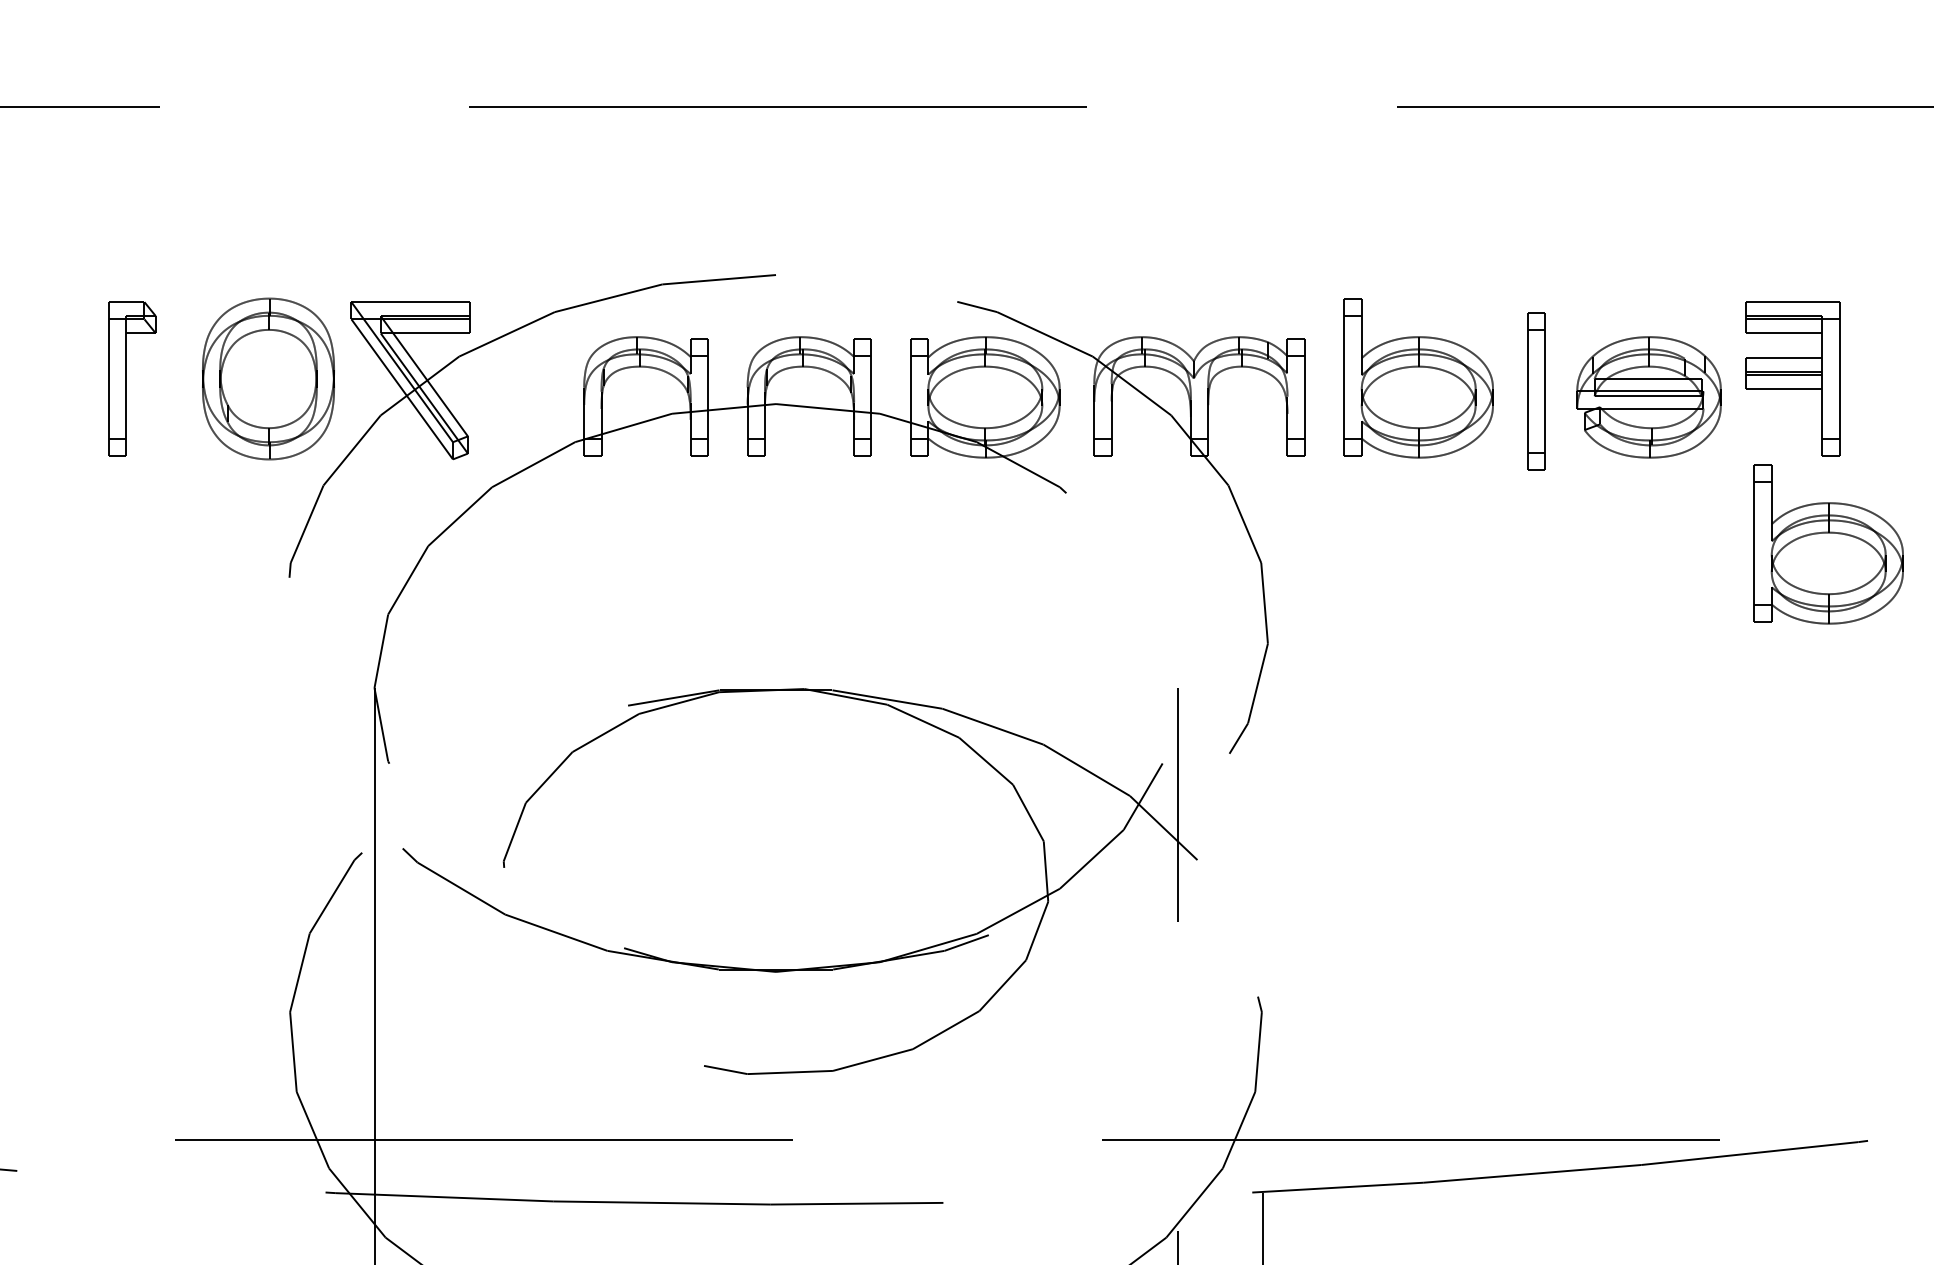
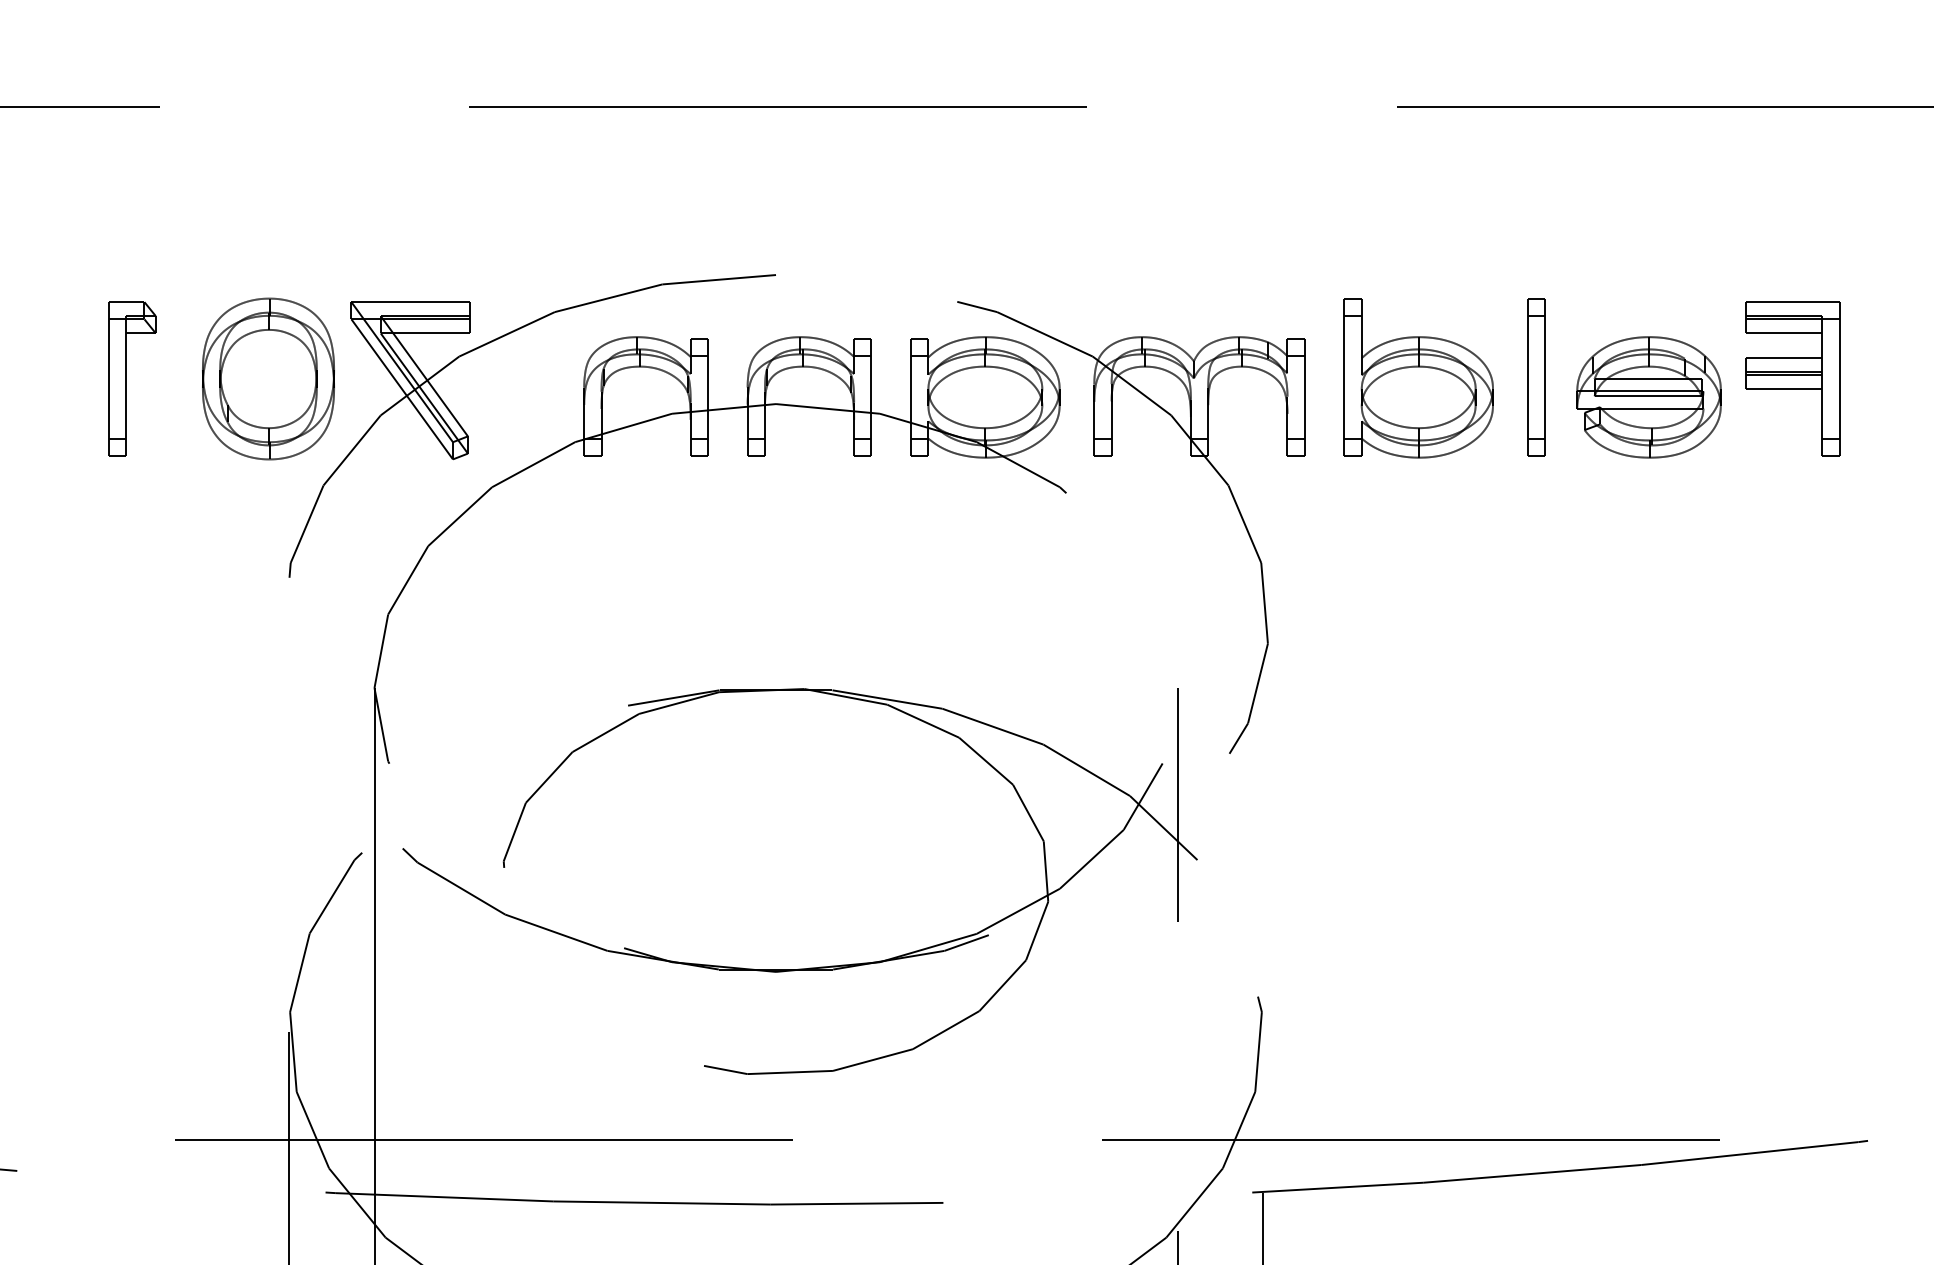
part at (1536, 391) position: (1536, 391) -> (1536, 377)
part at (1828, 544): present -> none
line at (289, 1146): none -> present
